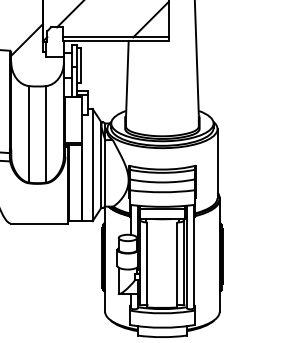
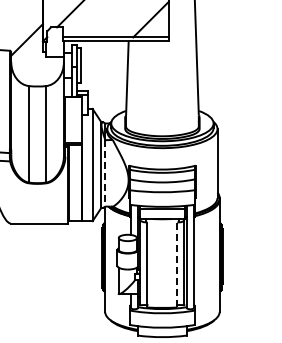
line at (105, 173): solid -> dashed
line at (177, 265): solid -> dashed
